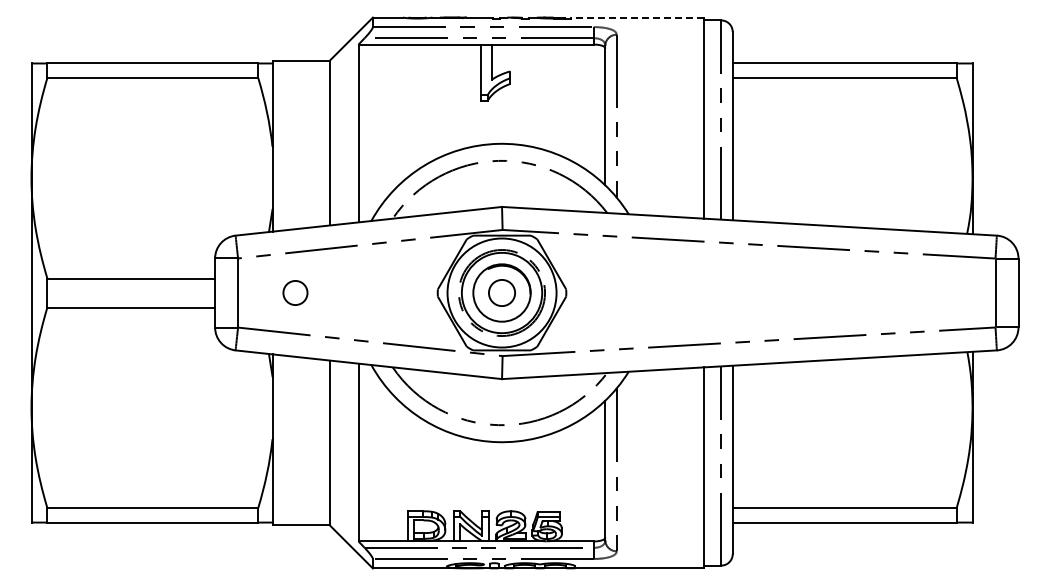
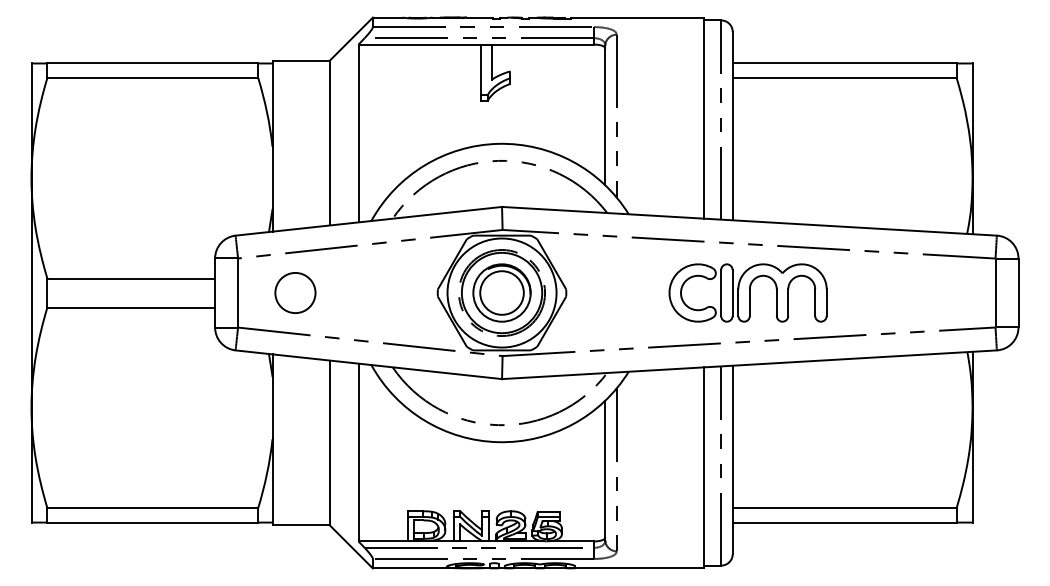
line at (637, 17): dashed -> solid
circle at (295, 292) size: 27x26 px -> 43x42 px
circle at (501, 292) diameter: 26 px -> 44 px
part at (747, 292): none -> present
